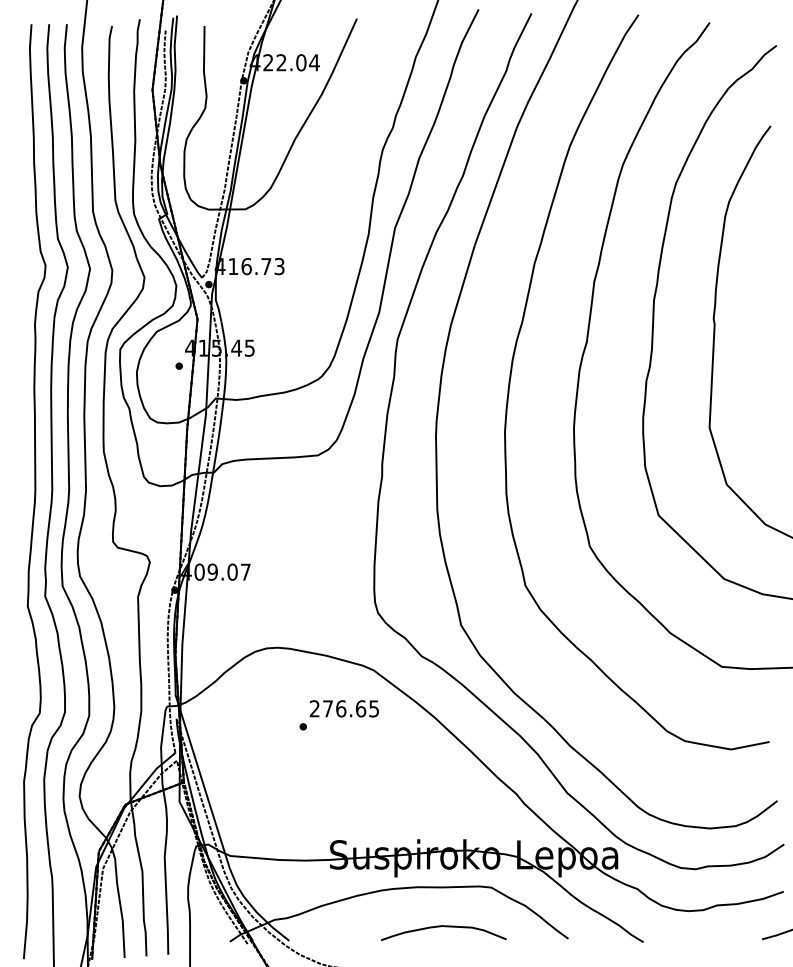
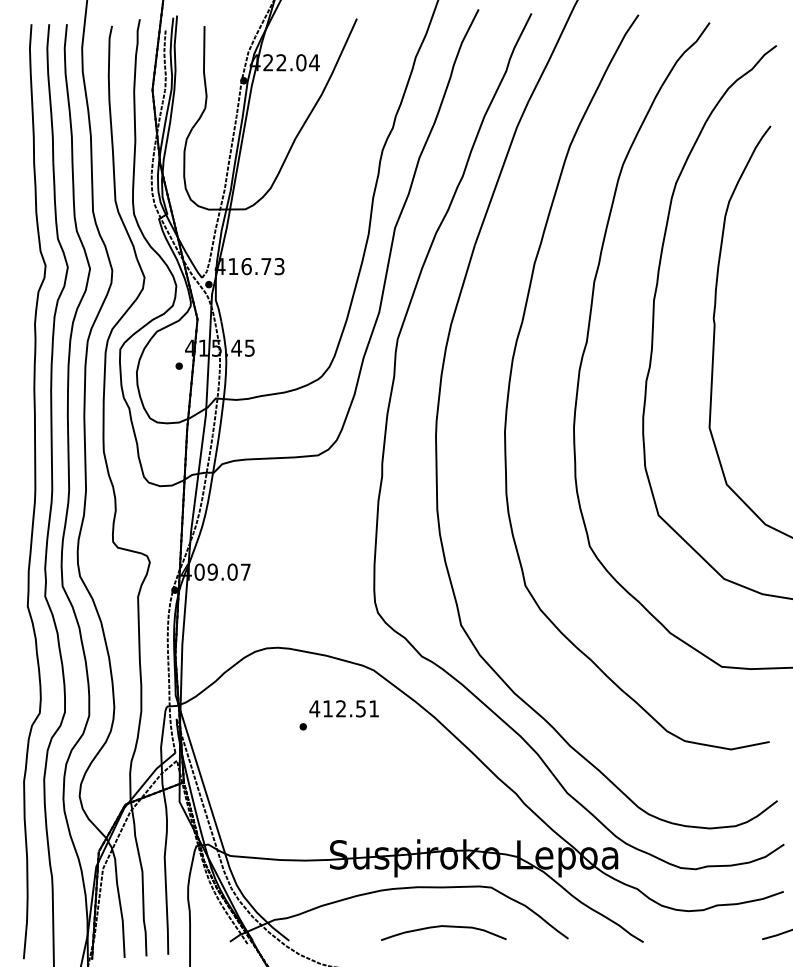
text at (343, 708): 276.65 -> 412.51
